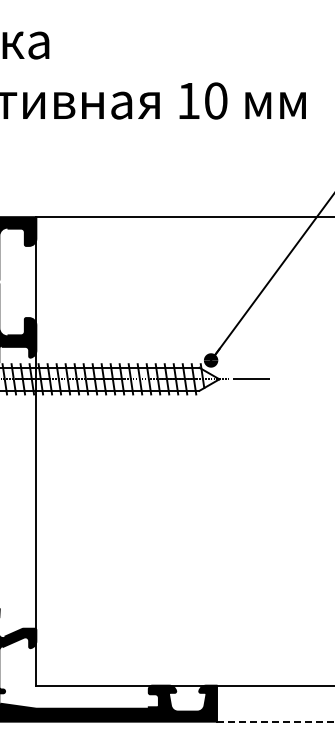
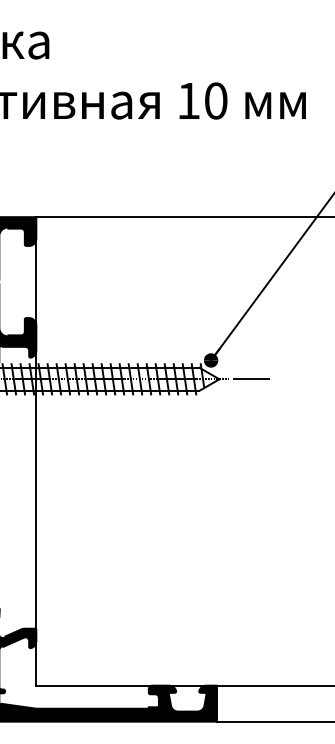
line at (275, 721): dashed -> solid
